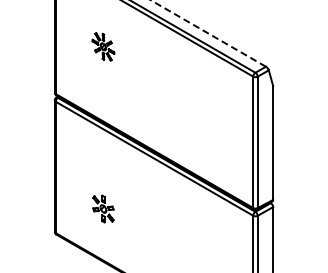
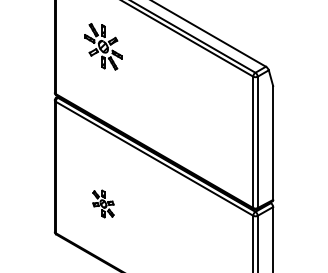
line at (208, 33): dashed -> solid
part at (103, 46) size: 25x30 px -> 39x48 px
part at (103, 208) position: (103, 208) -> (103, 203)
